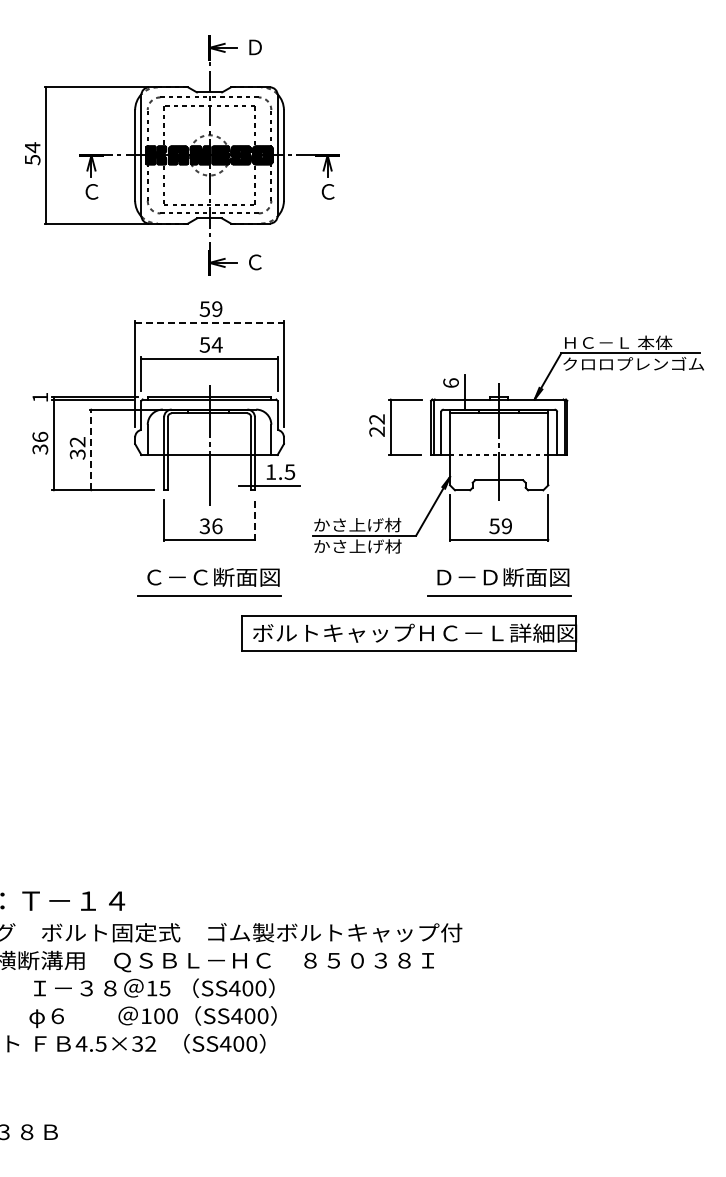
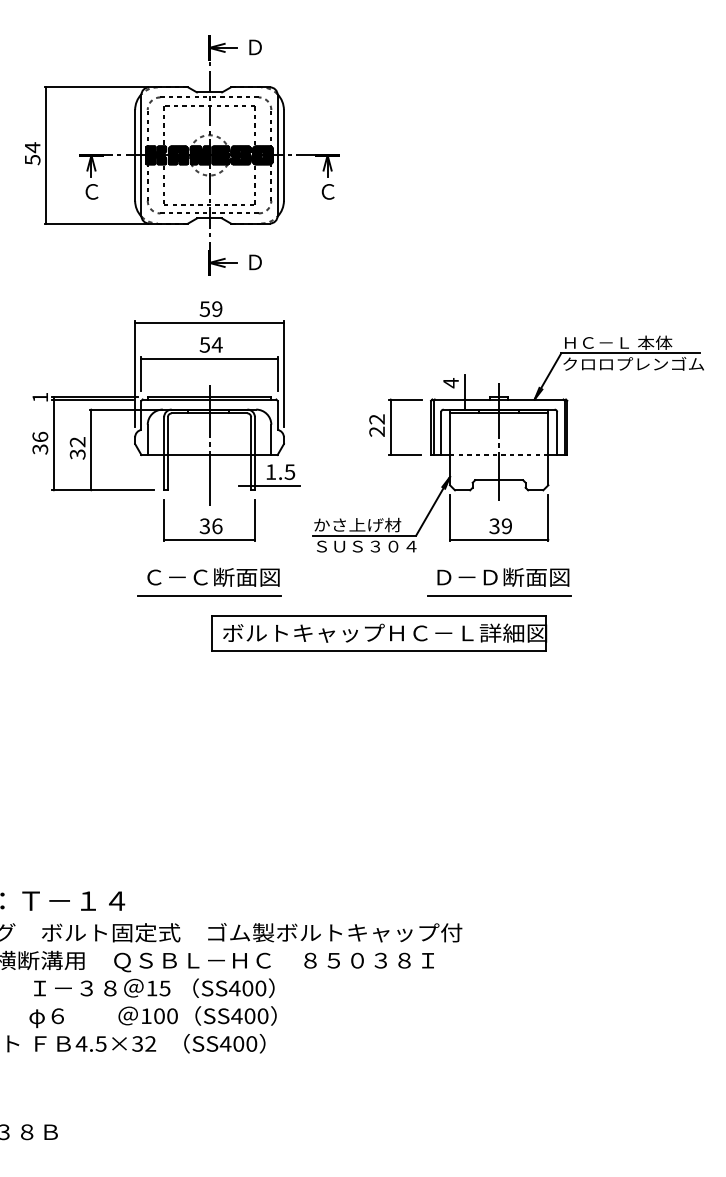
text at (255, 262): Ｃ -> Ｄ
line at (210, 322): dashed -> solid
text at (450, 383): 6 -> 4
line at (91, 449): dashed -> solid
line at (254, 520): dashed -> solid
text at (494, 525): 59 -> 39
text at (365, 546): かさ上げ材 -> ＳＵＳ３０４
part at (409, 633) position: (409, 633) -> (379, 633)
